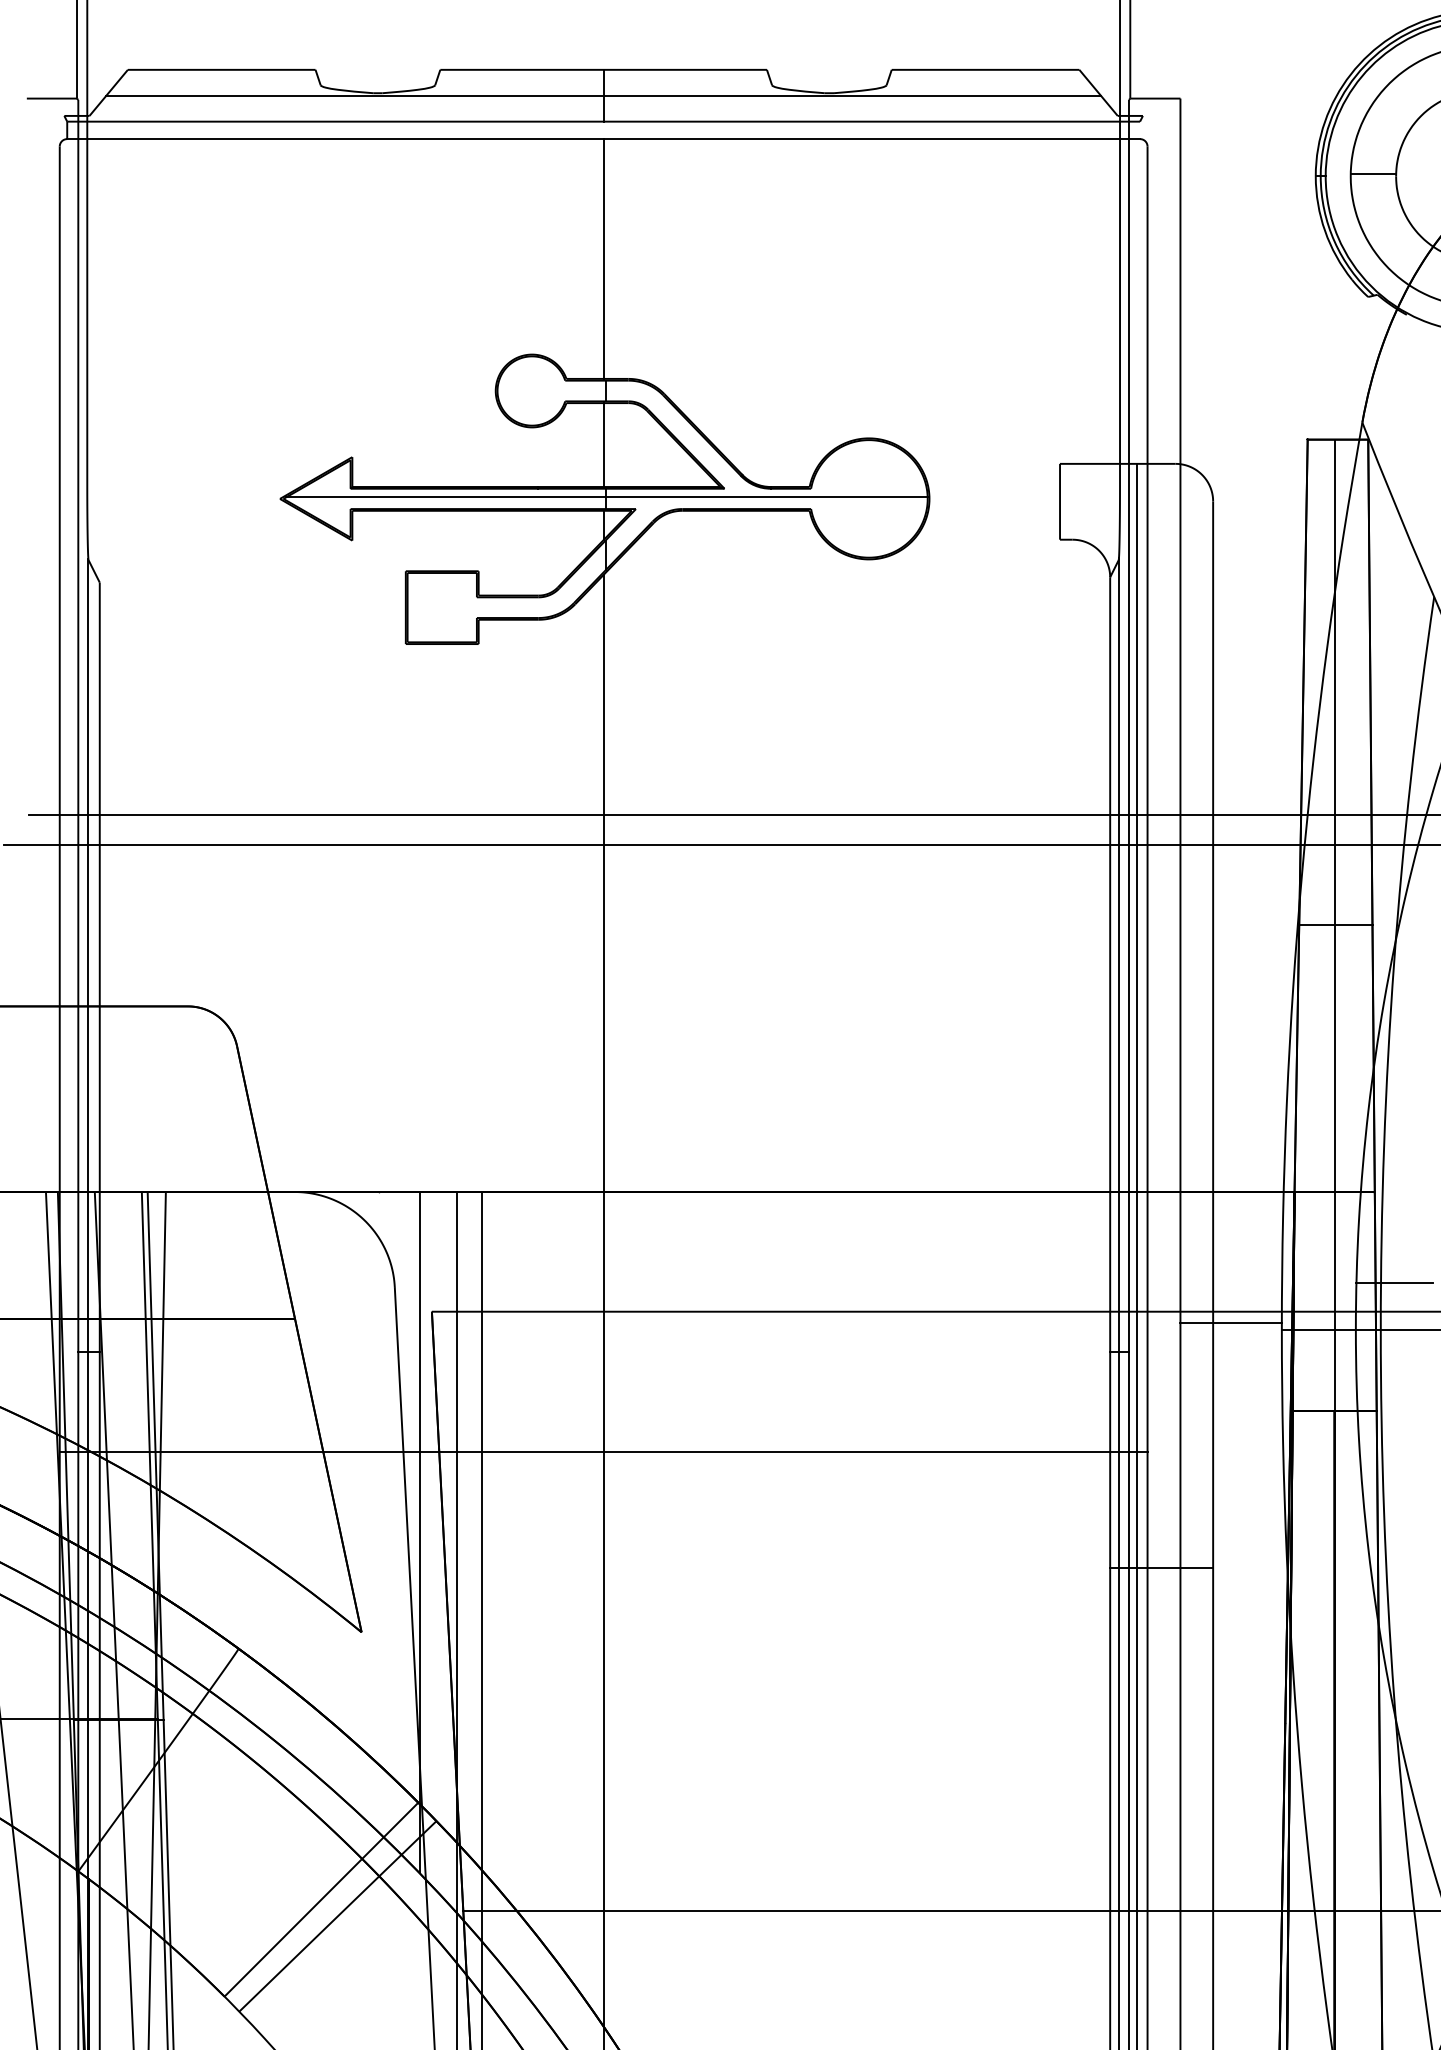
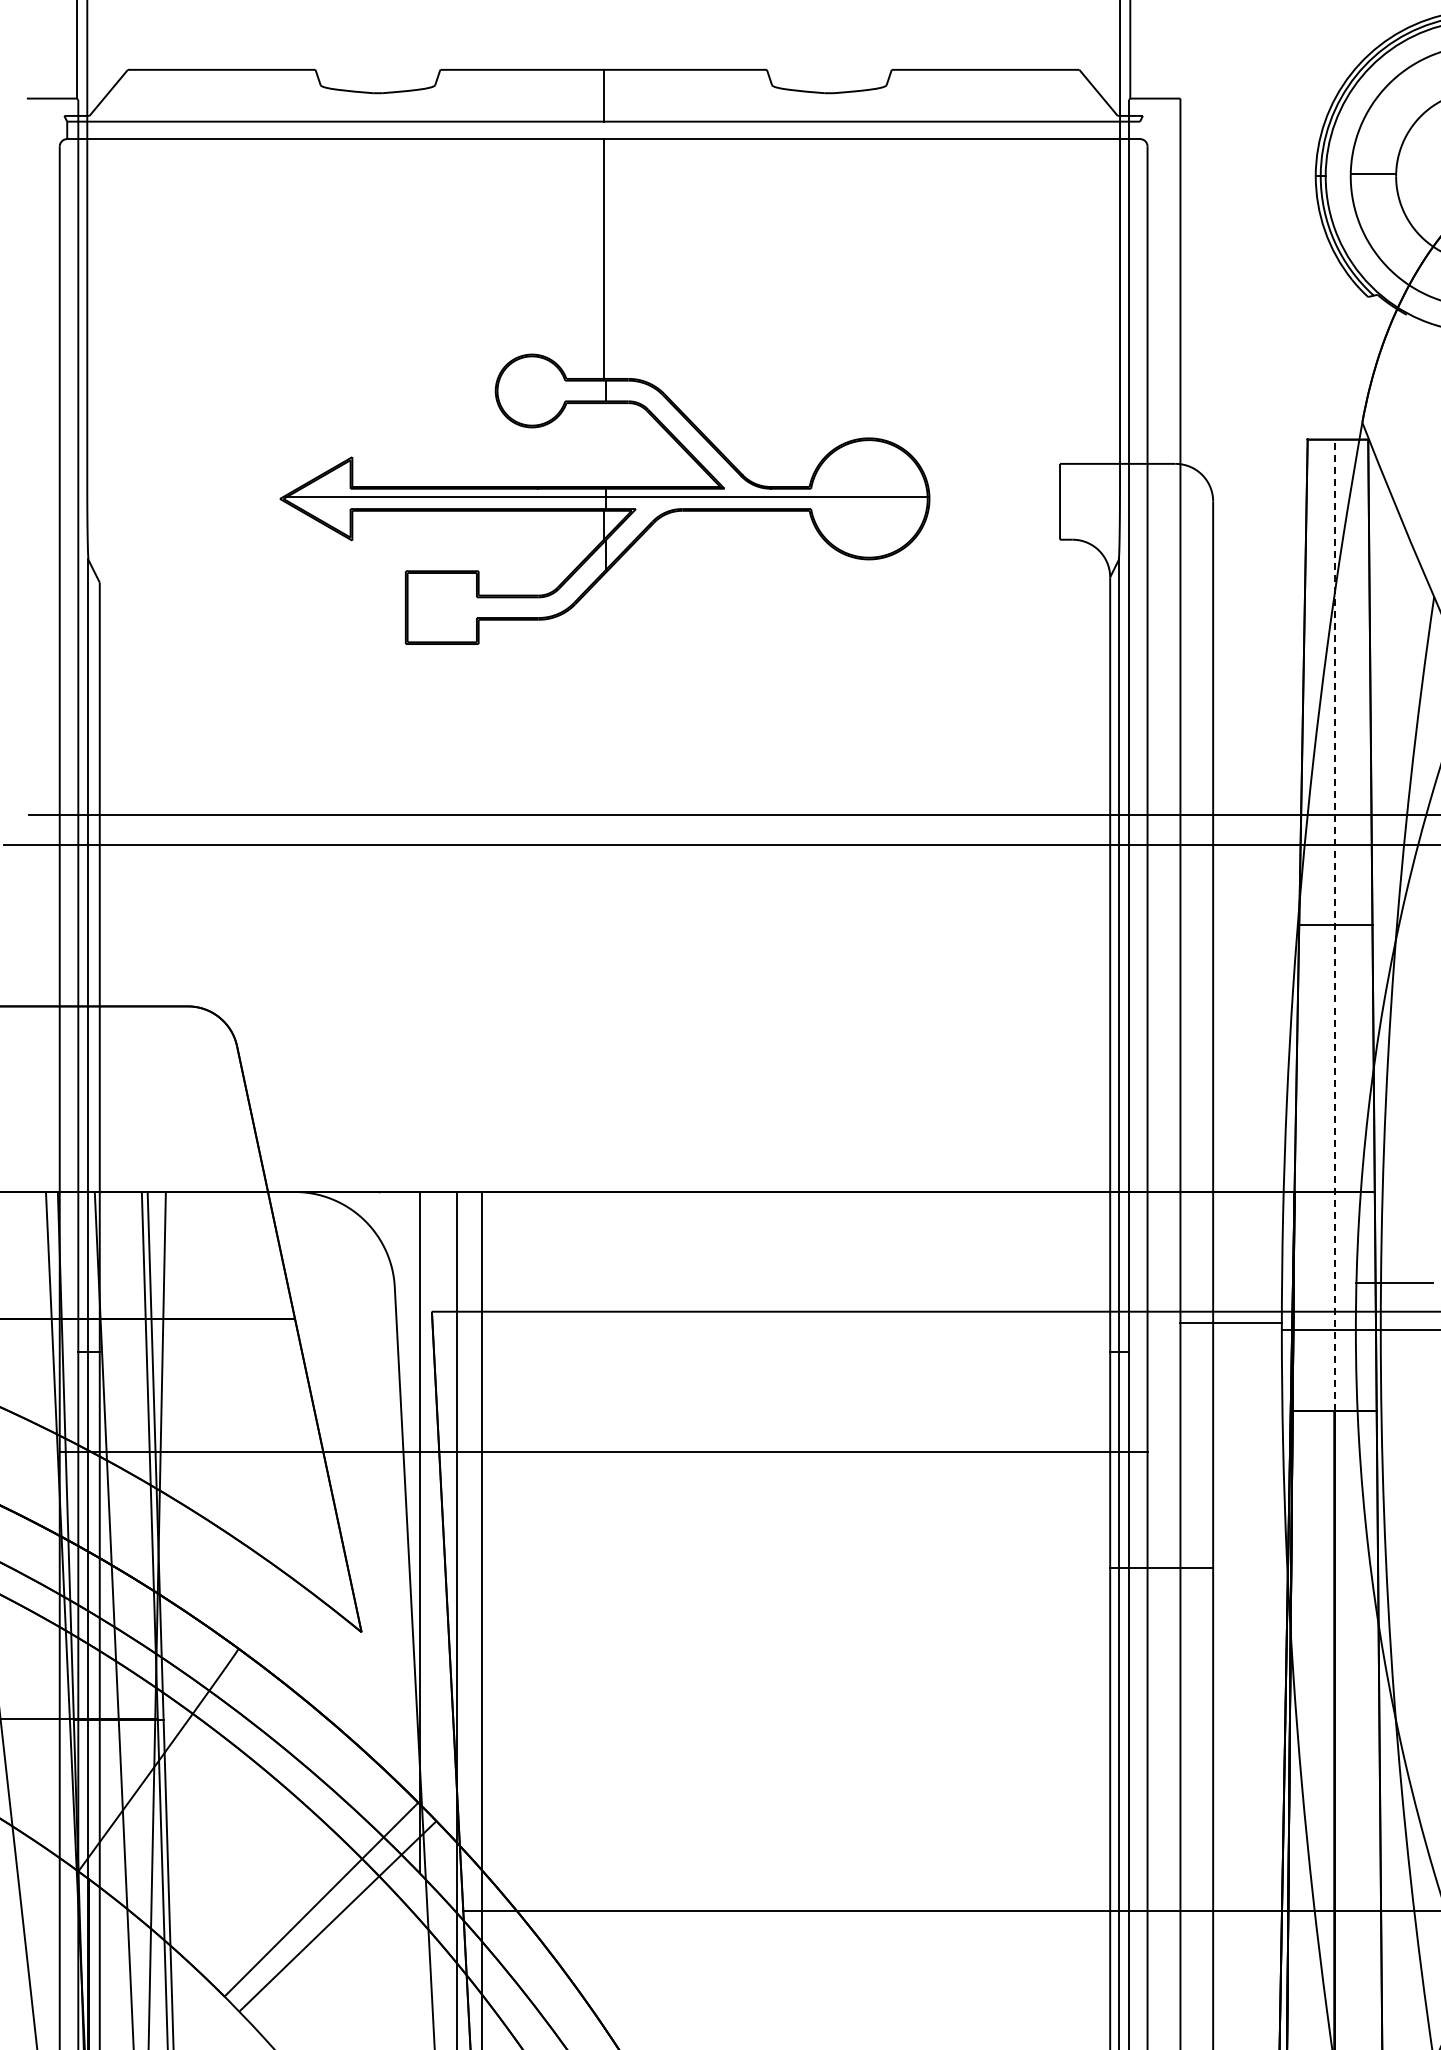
line at (603, 95): present -> none
line at (603, 445): present -> none
line at (1334, 925): solid -> dashed
line at (1136, 1254): present -> none
line at (603, 1310): present -> none
